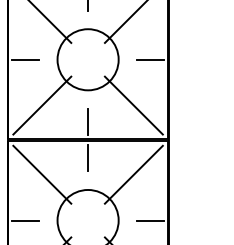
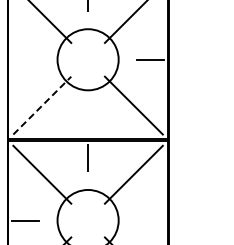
line at (25, 59): present -> none
line at (42, 105): solid -> dashed
line at (88, 122): present -> none
line at (150, 220): present -> none
